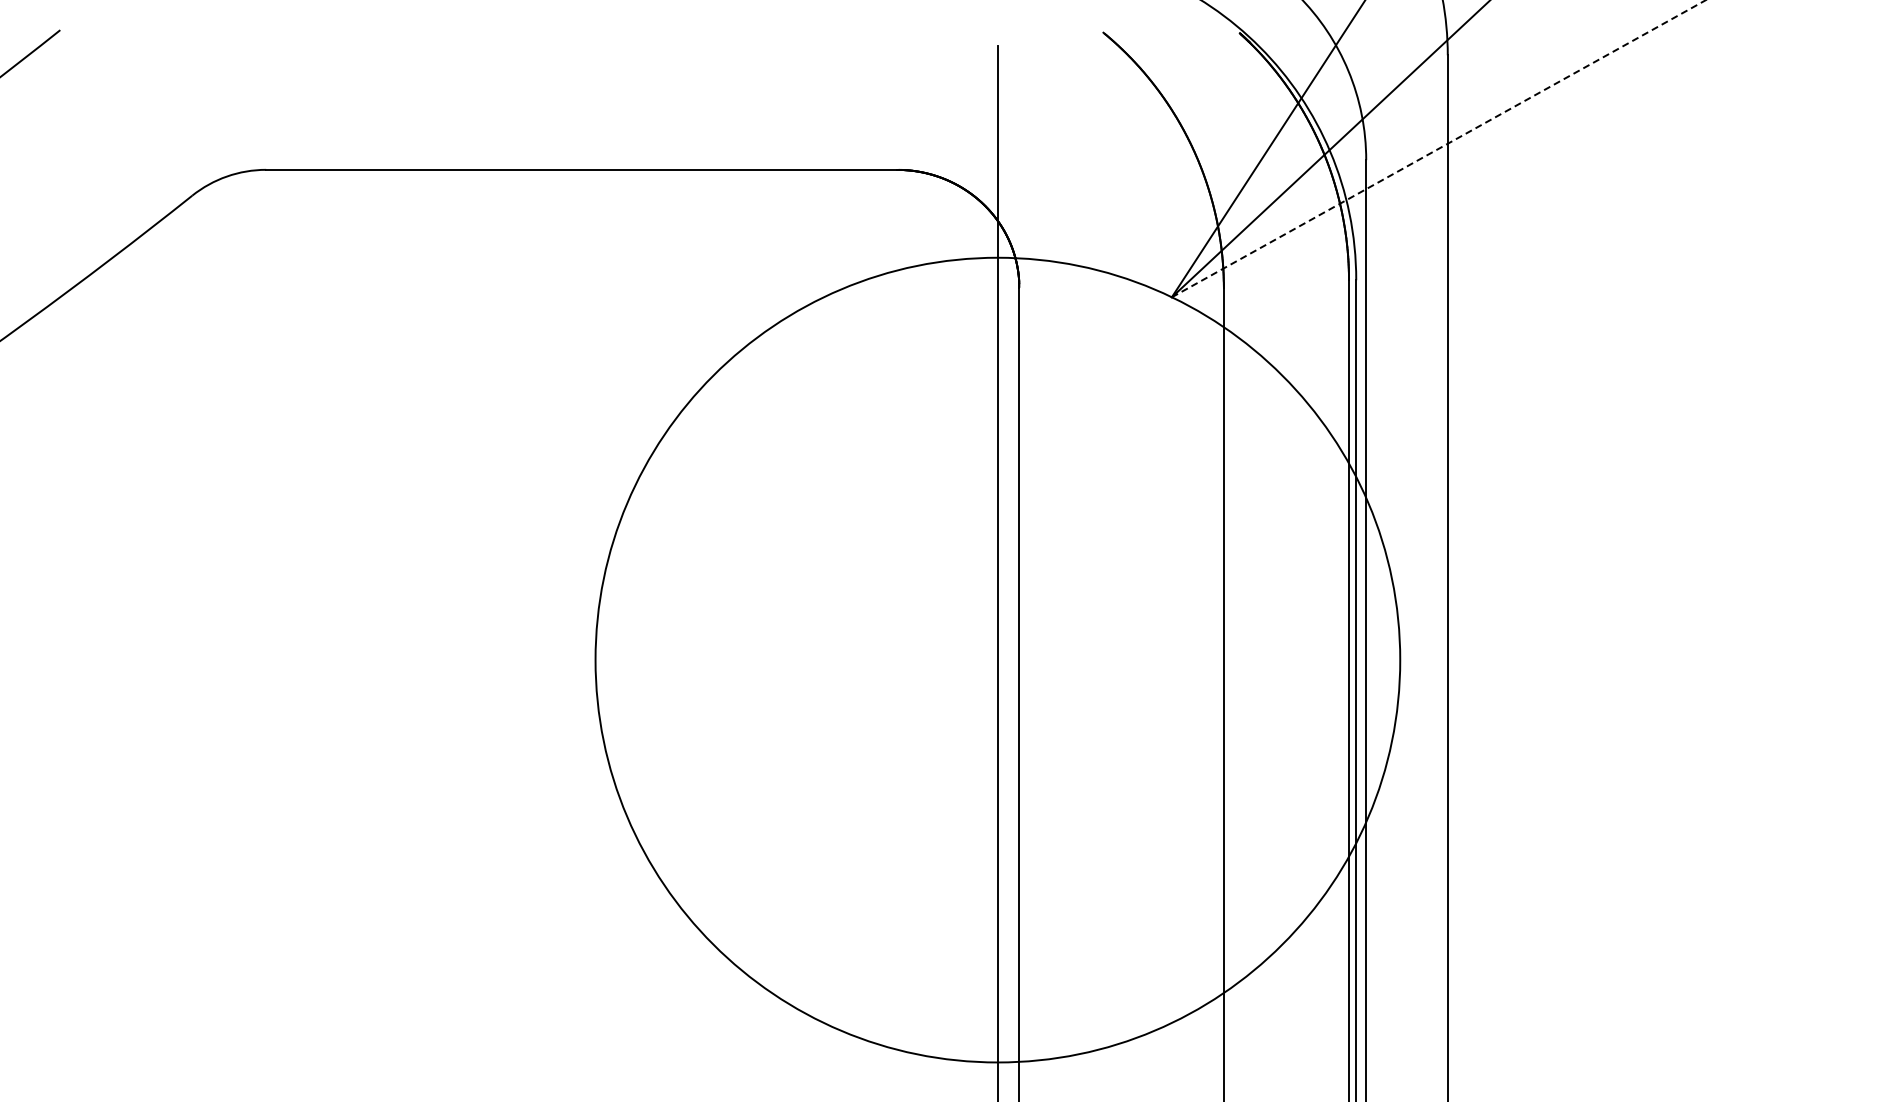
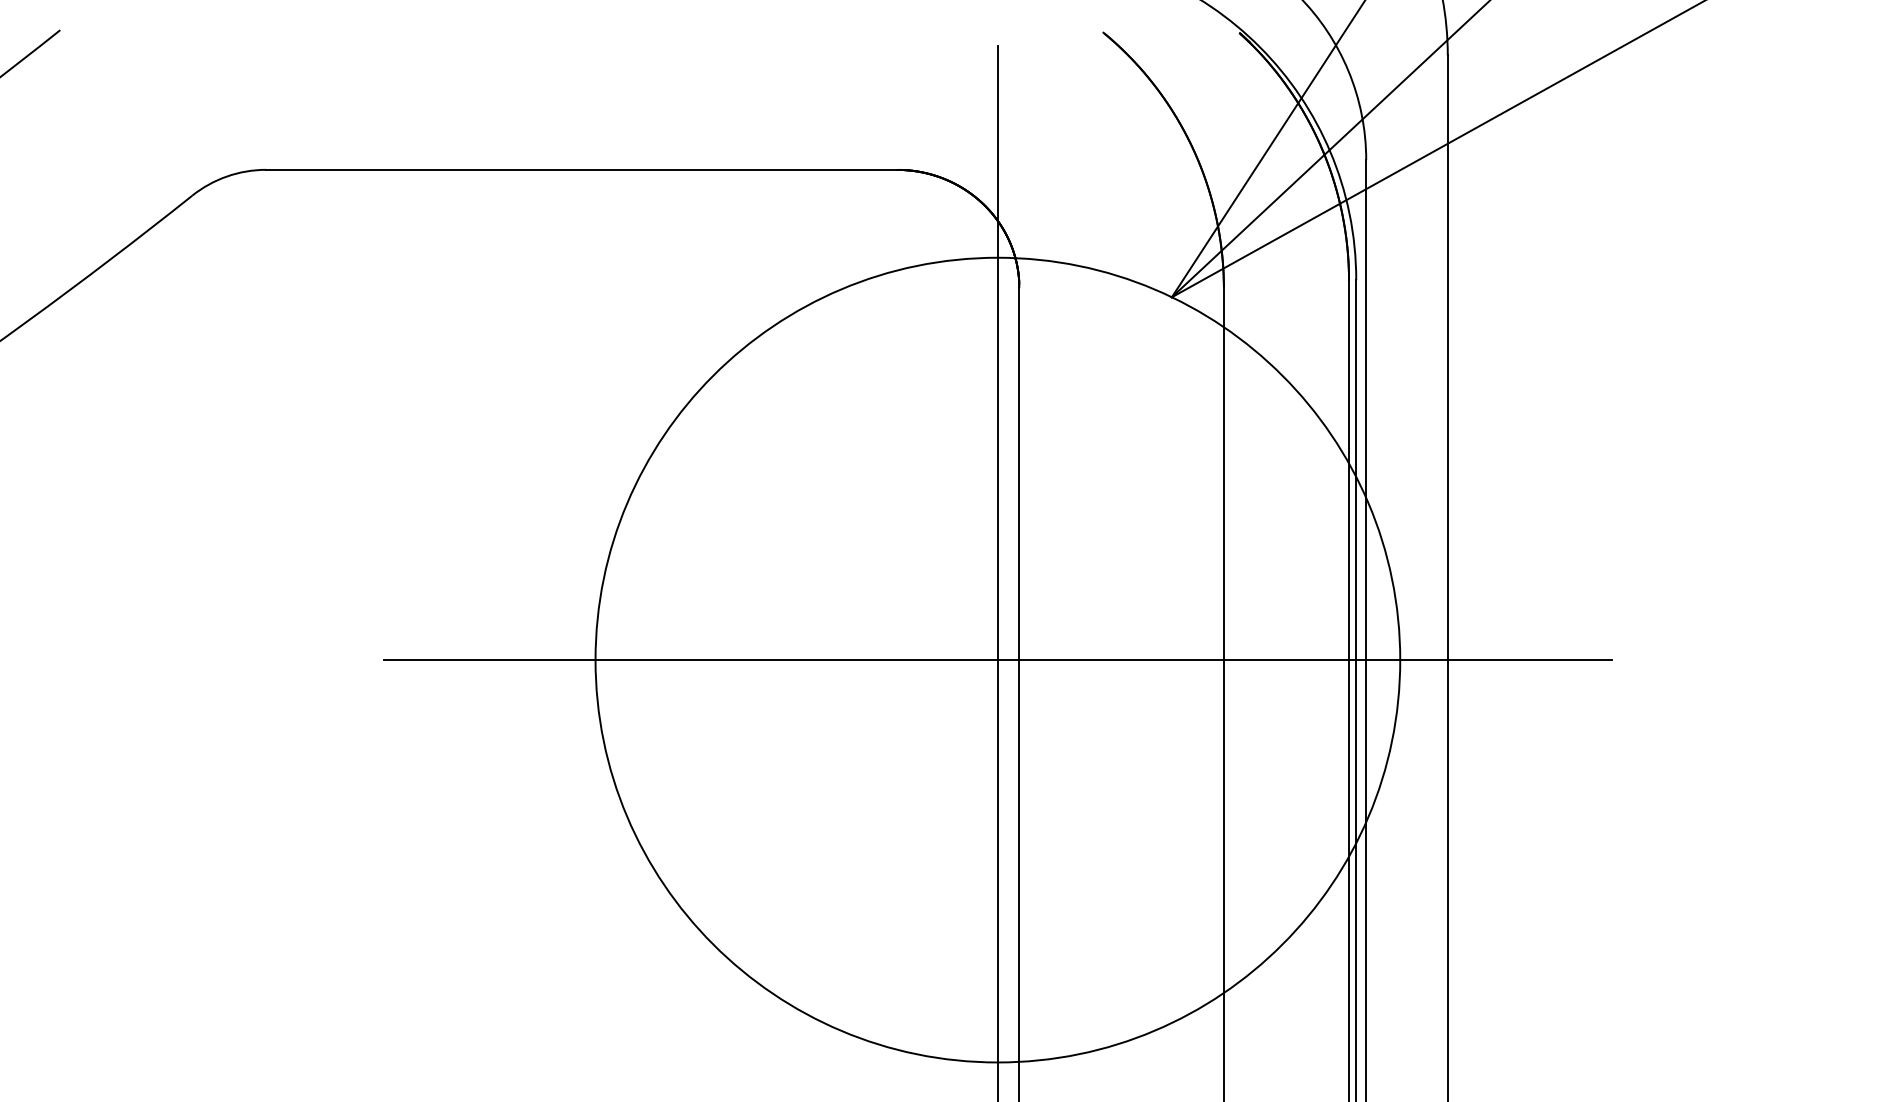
line at (1438, 148): dashed -> solid
line at (997, 660): none -> present
